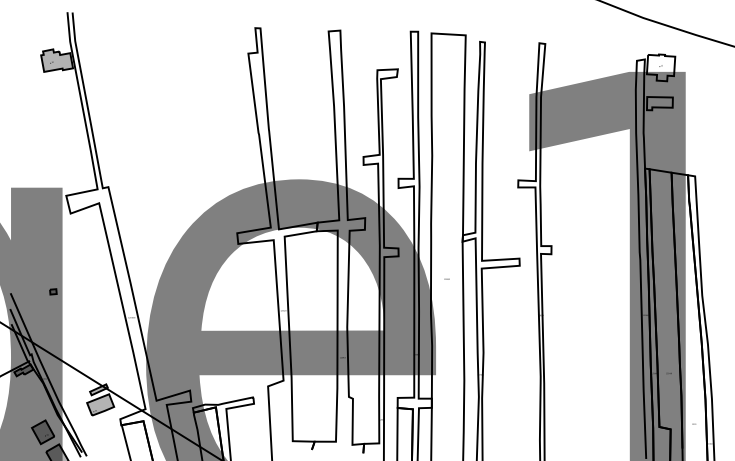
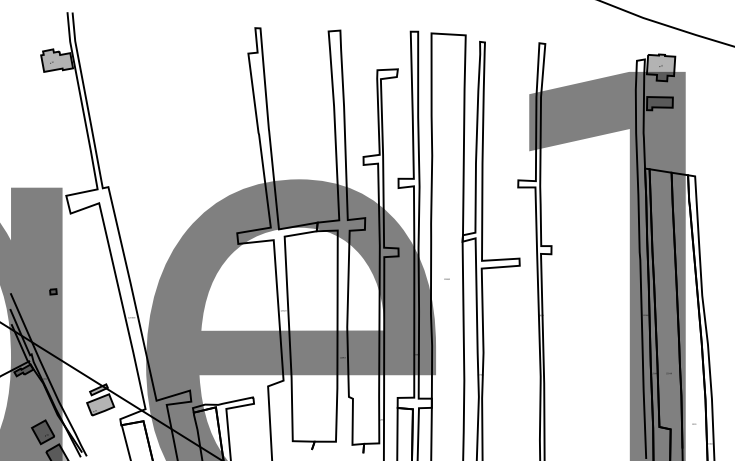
fill at (660, 67): none -> present
fill at (659, 103): none -> present
